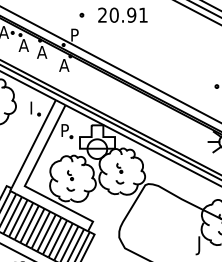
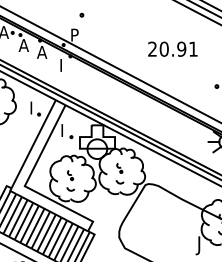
text at (122, 14) position: (122, 14) -> (172, 48)
text at (64, 65): A -> I
text at (65, 127): P -> I
